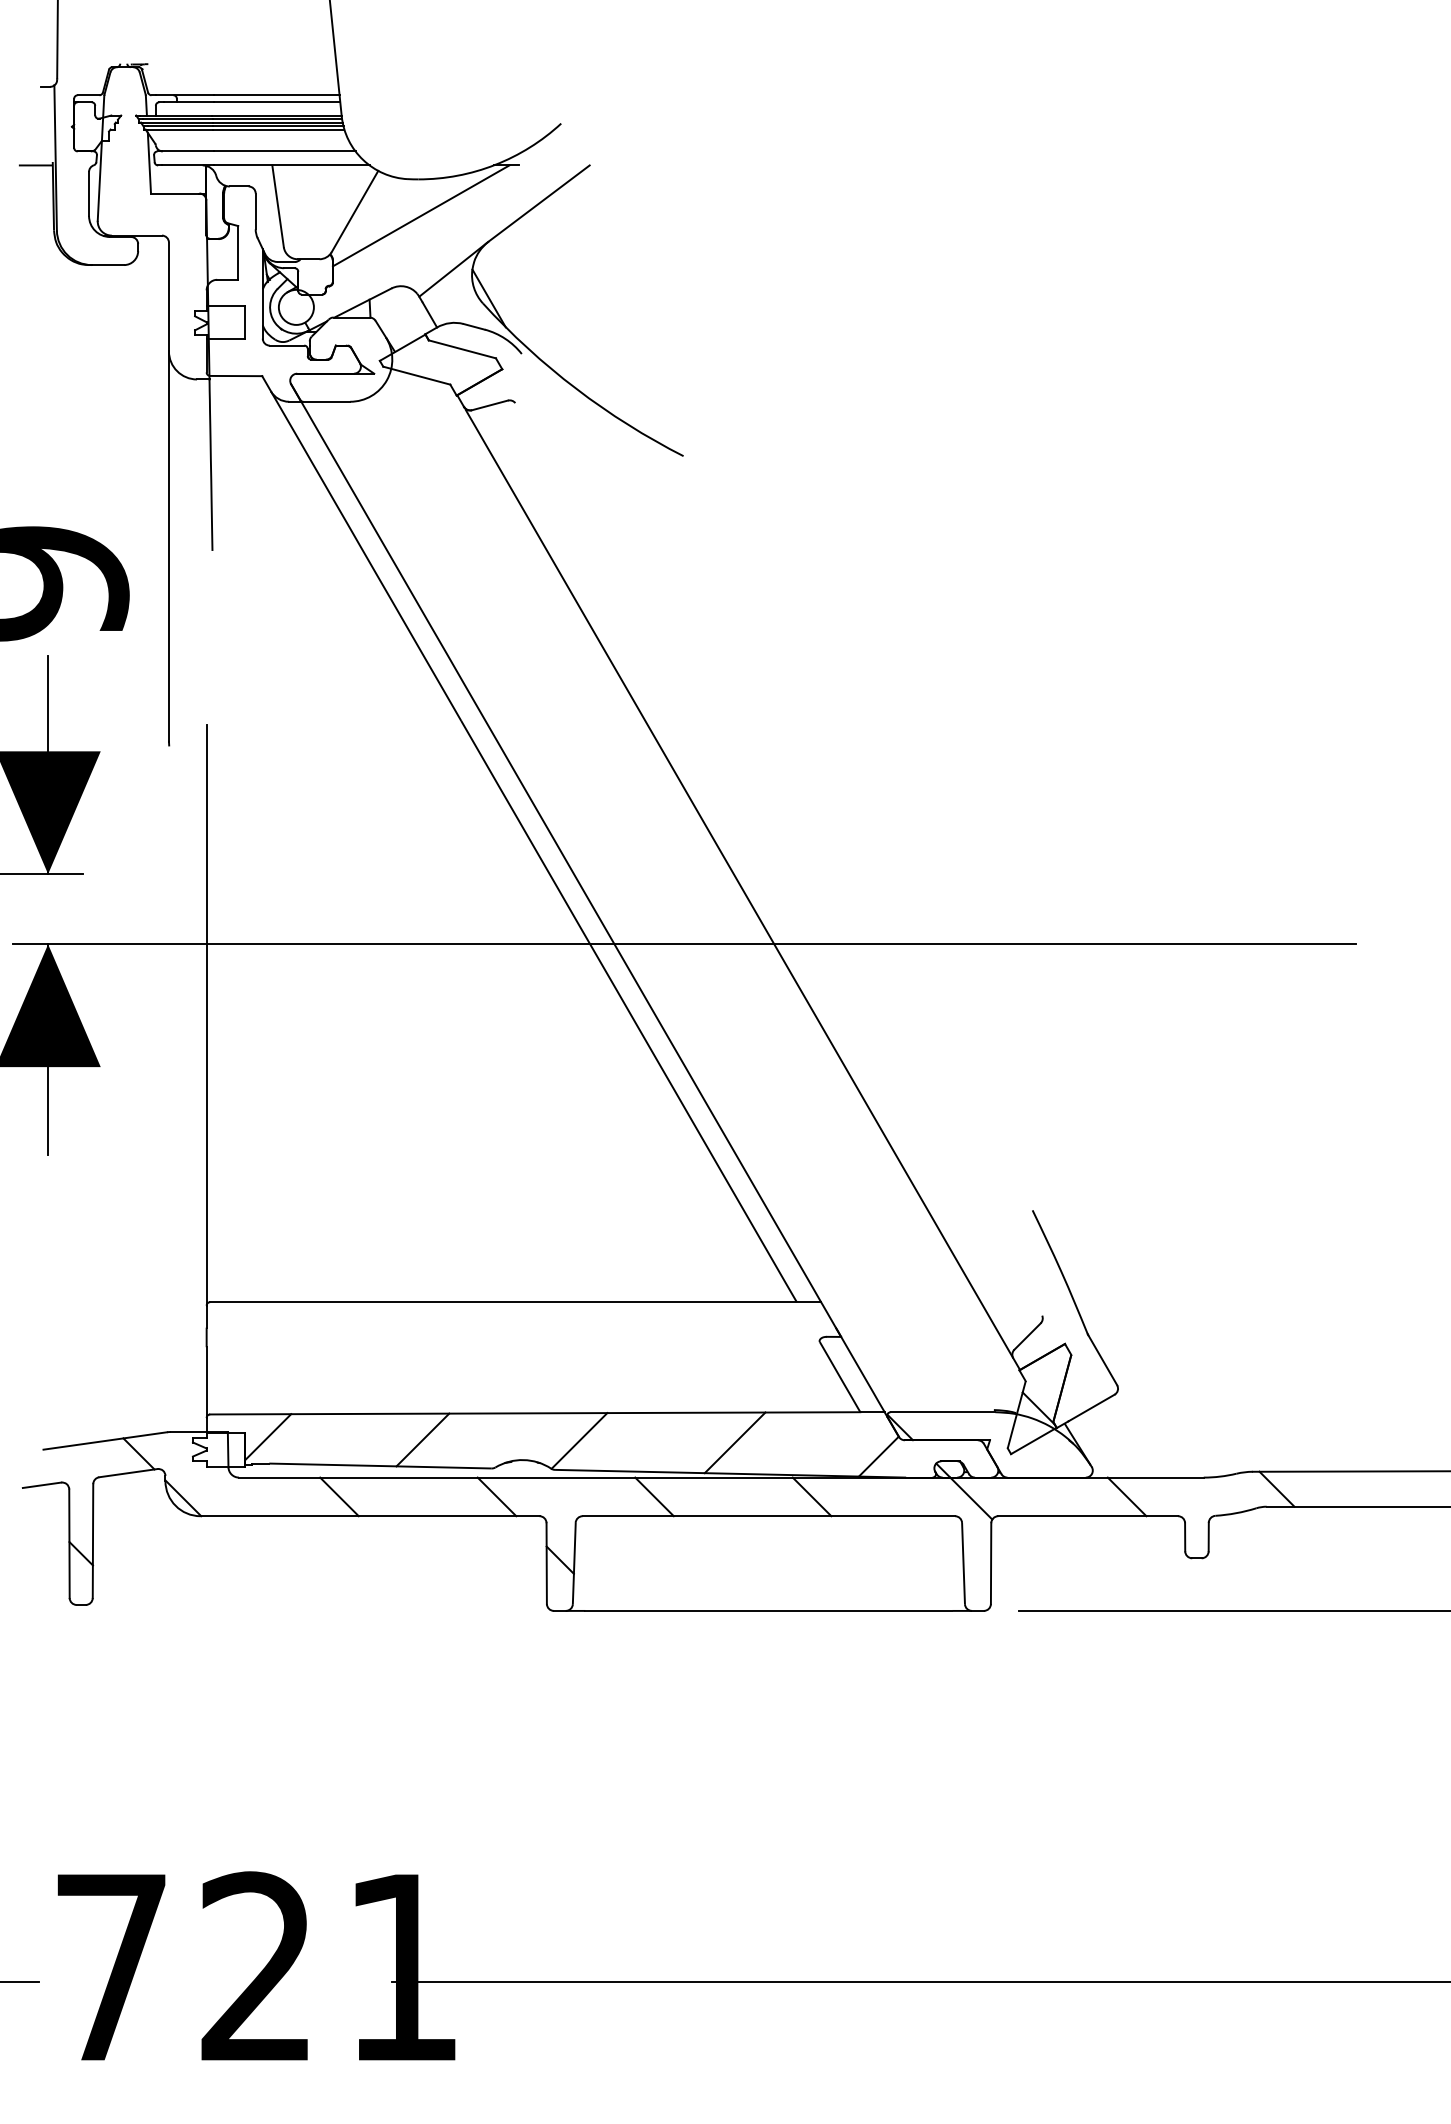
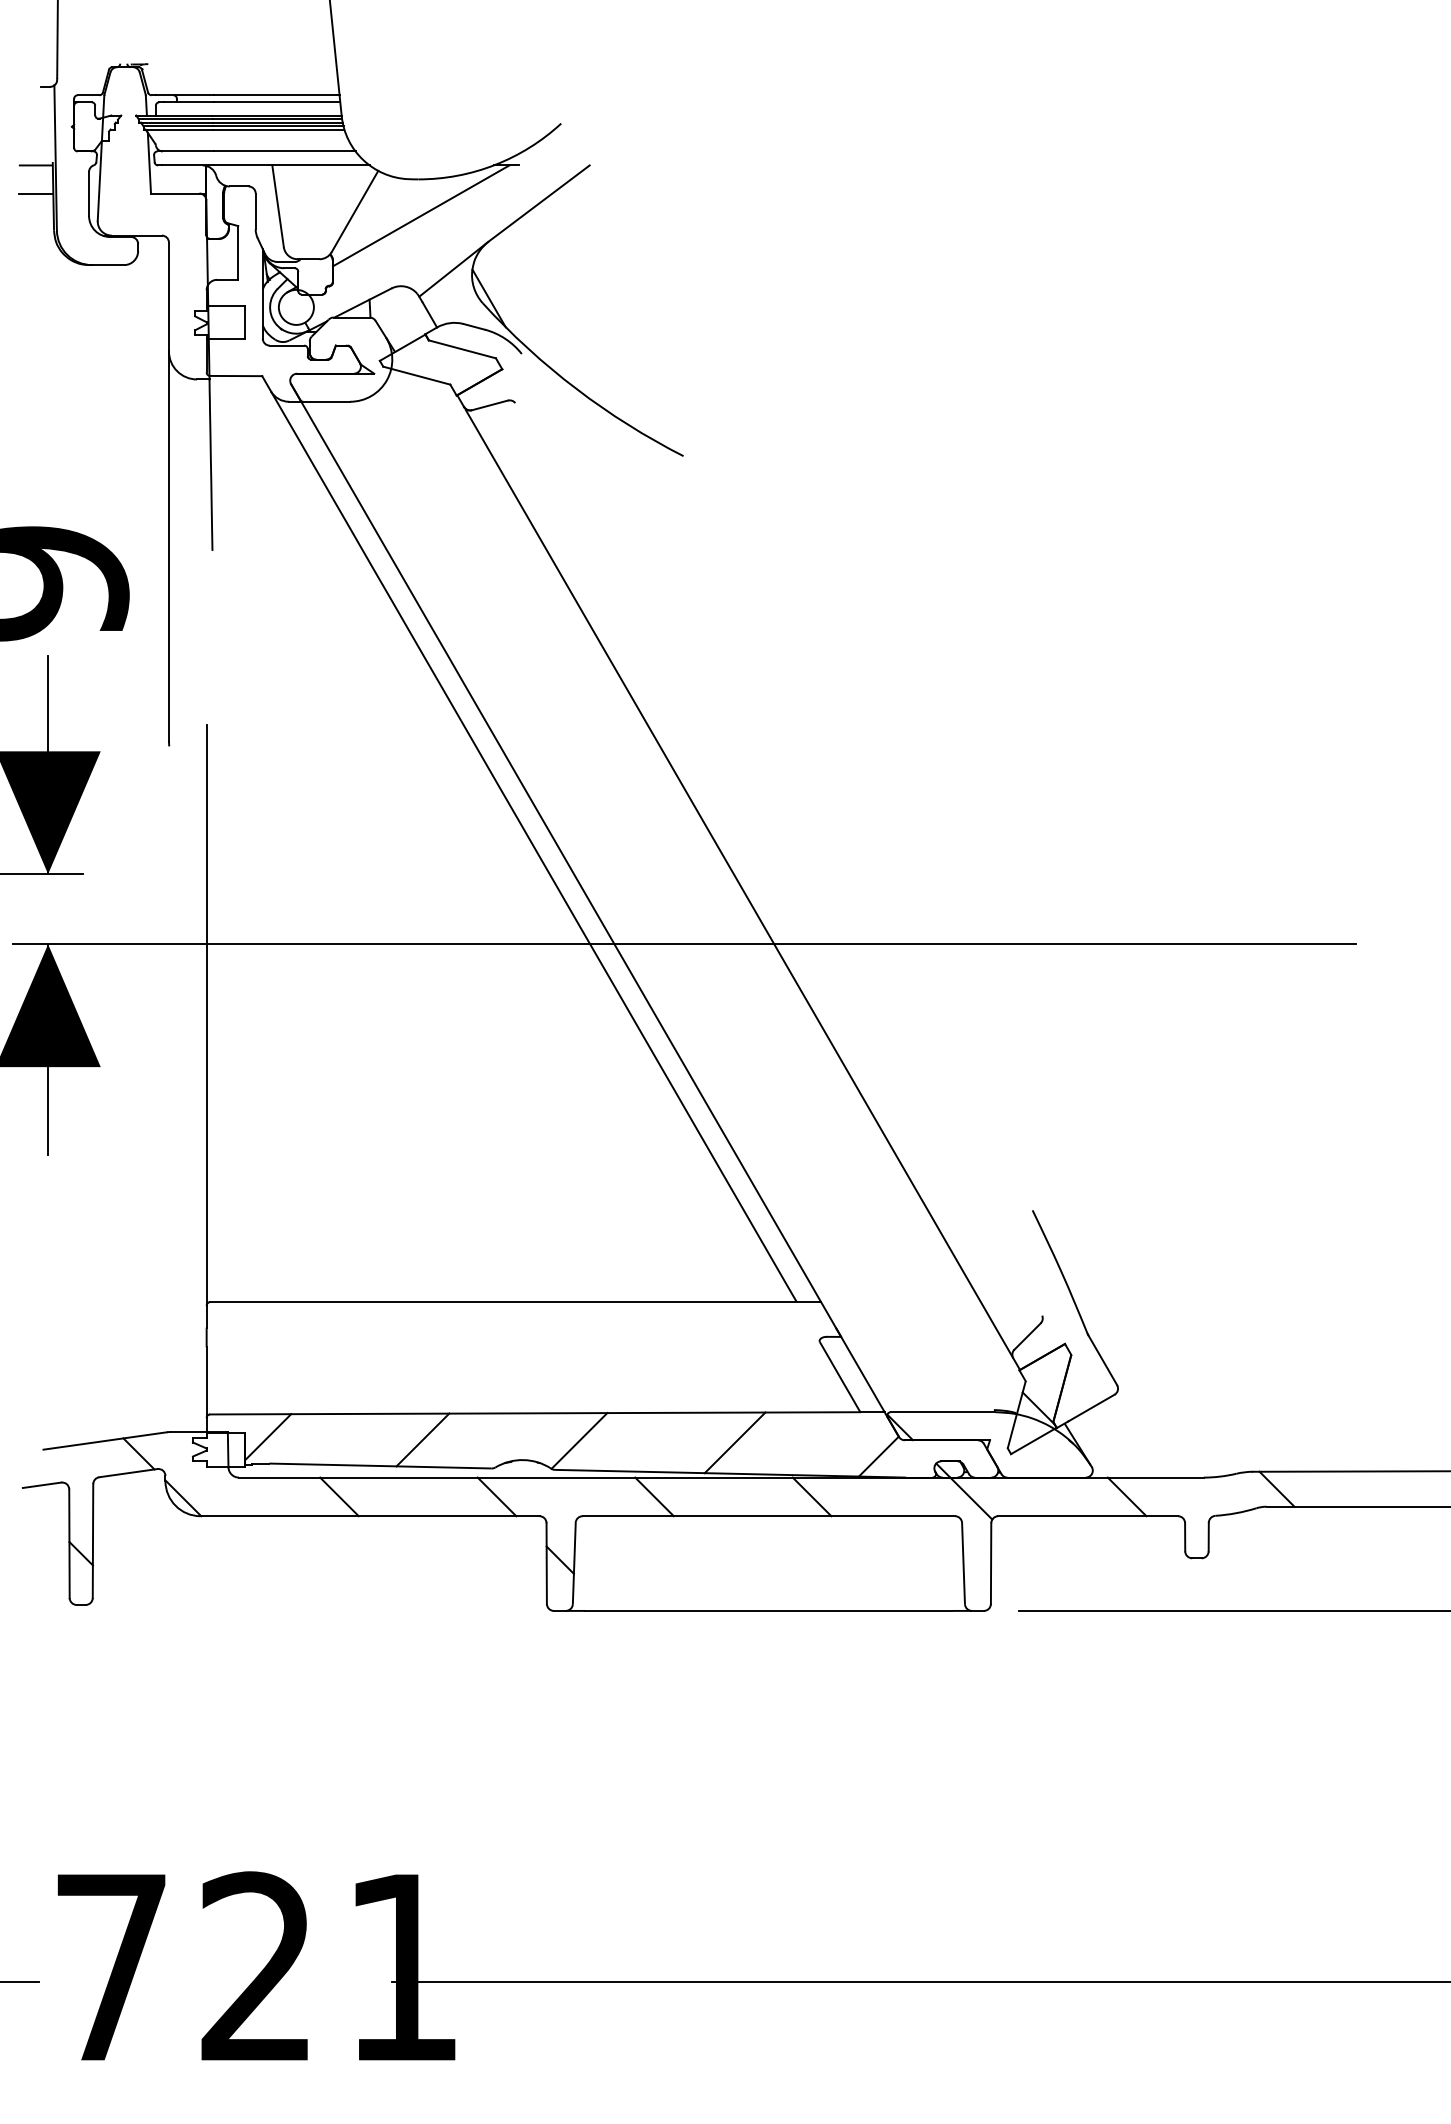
line at (35, 193): none -> present
